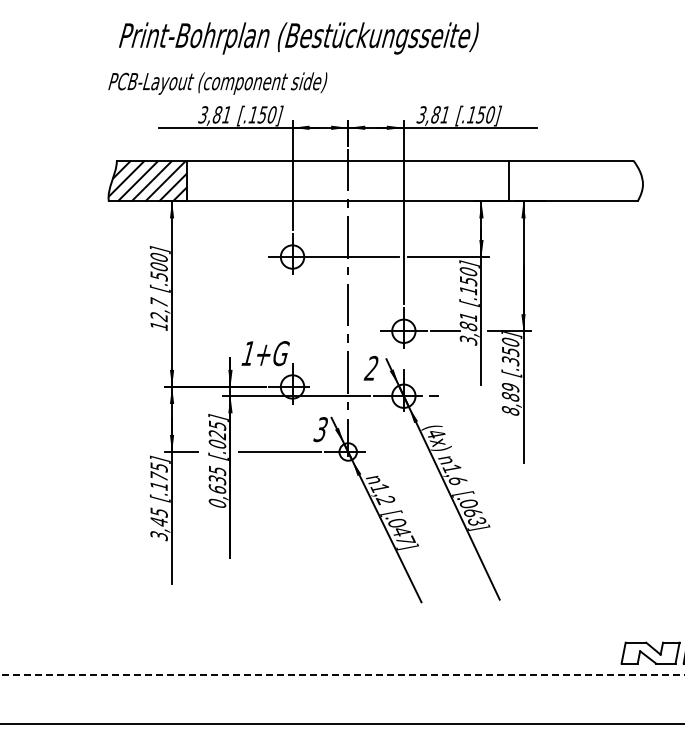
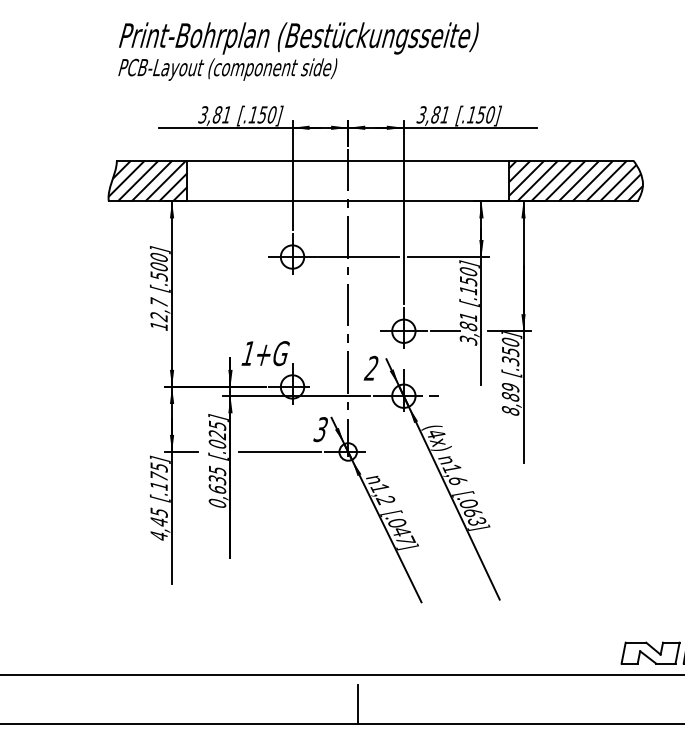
text at (217, 83) position: (217, 83) -> (227, 69)
hatch at (575, 180): none -> present
text at (158, 536): 3,45 -> 4,45
line at (342, 674): dashed -> solid
line at (357, 703): none -> present
